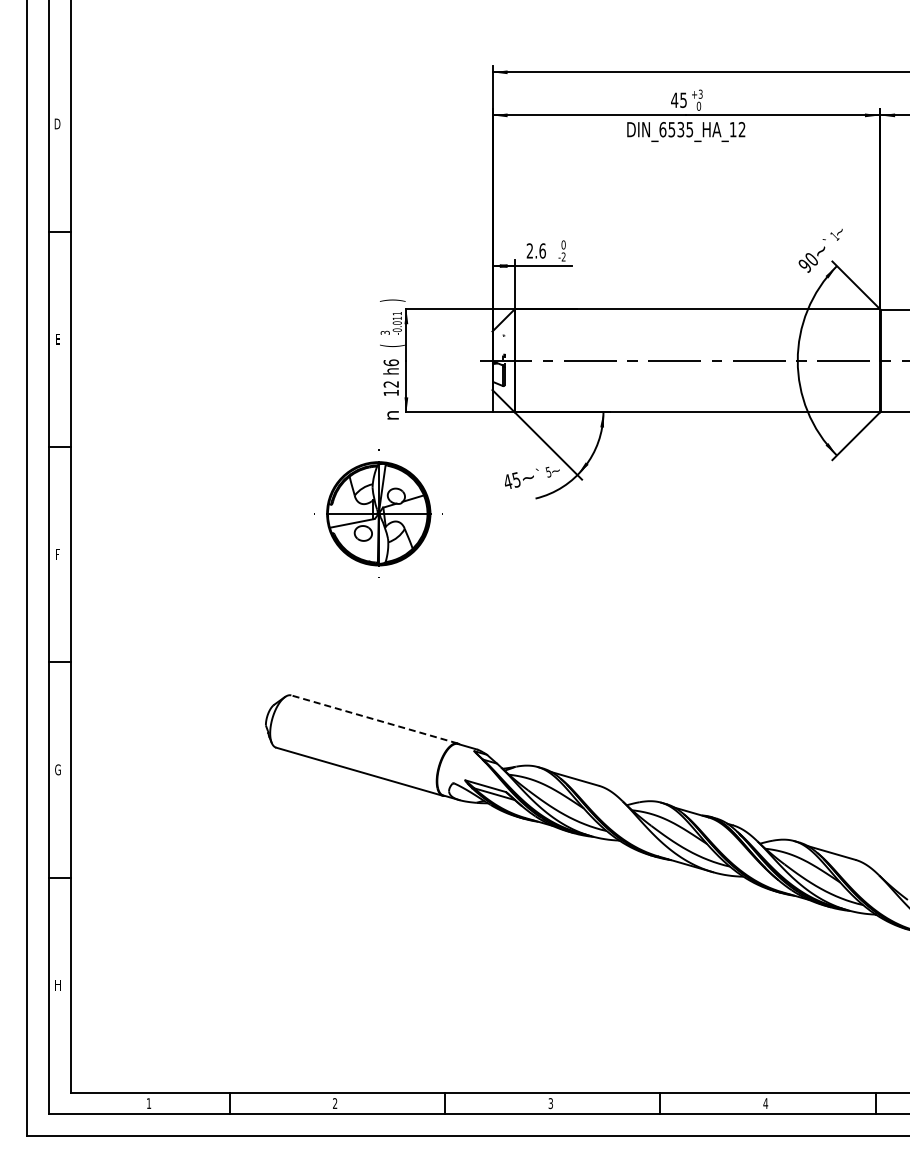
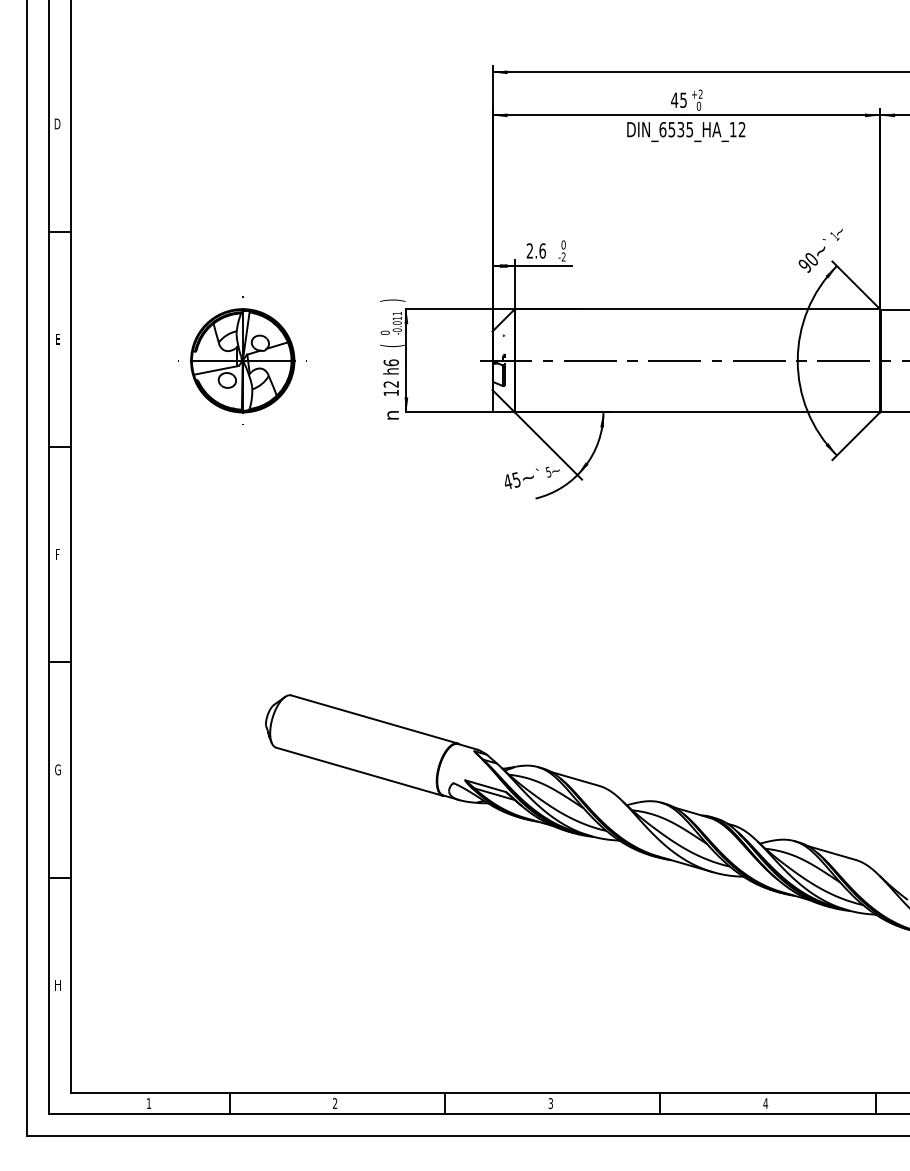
text at (700, 94): +3 -> +2
text at (384, 332): 3 -> 0
part at (378, 513) position: (378, 513) -> (242, 360)
line at (374, 719): dashed -> solid
